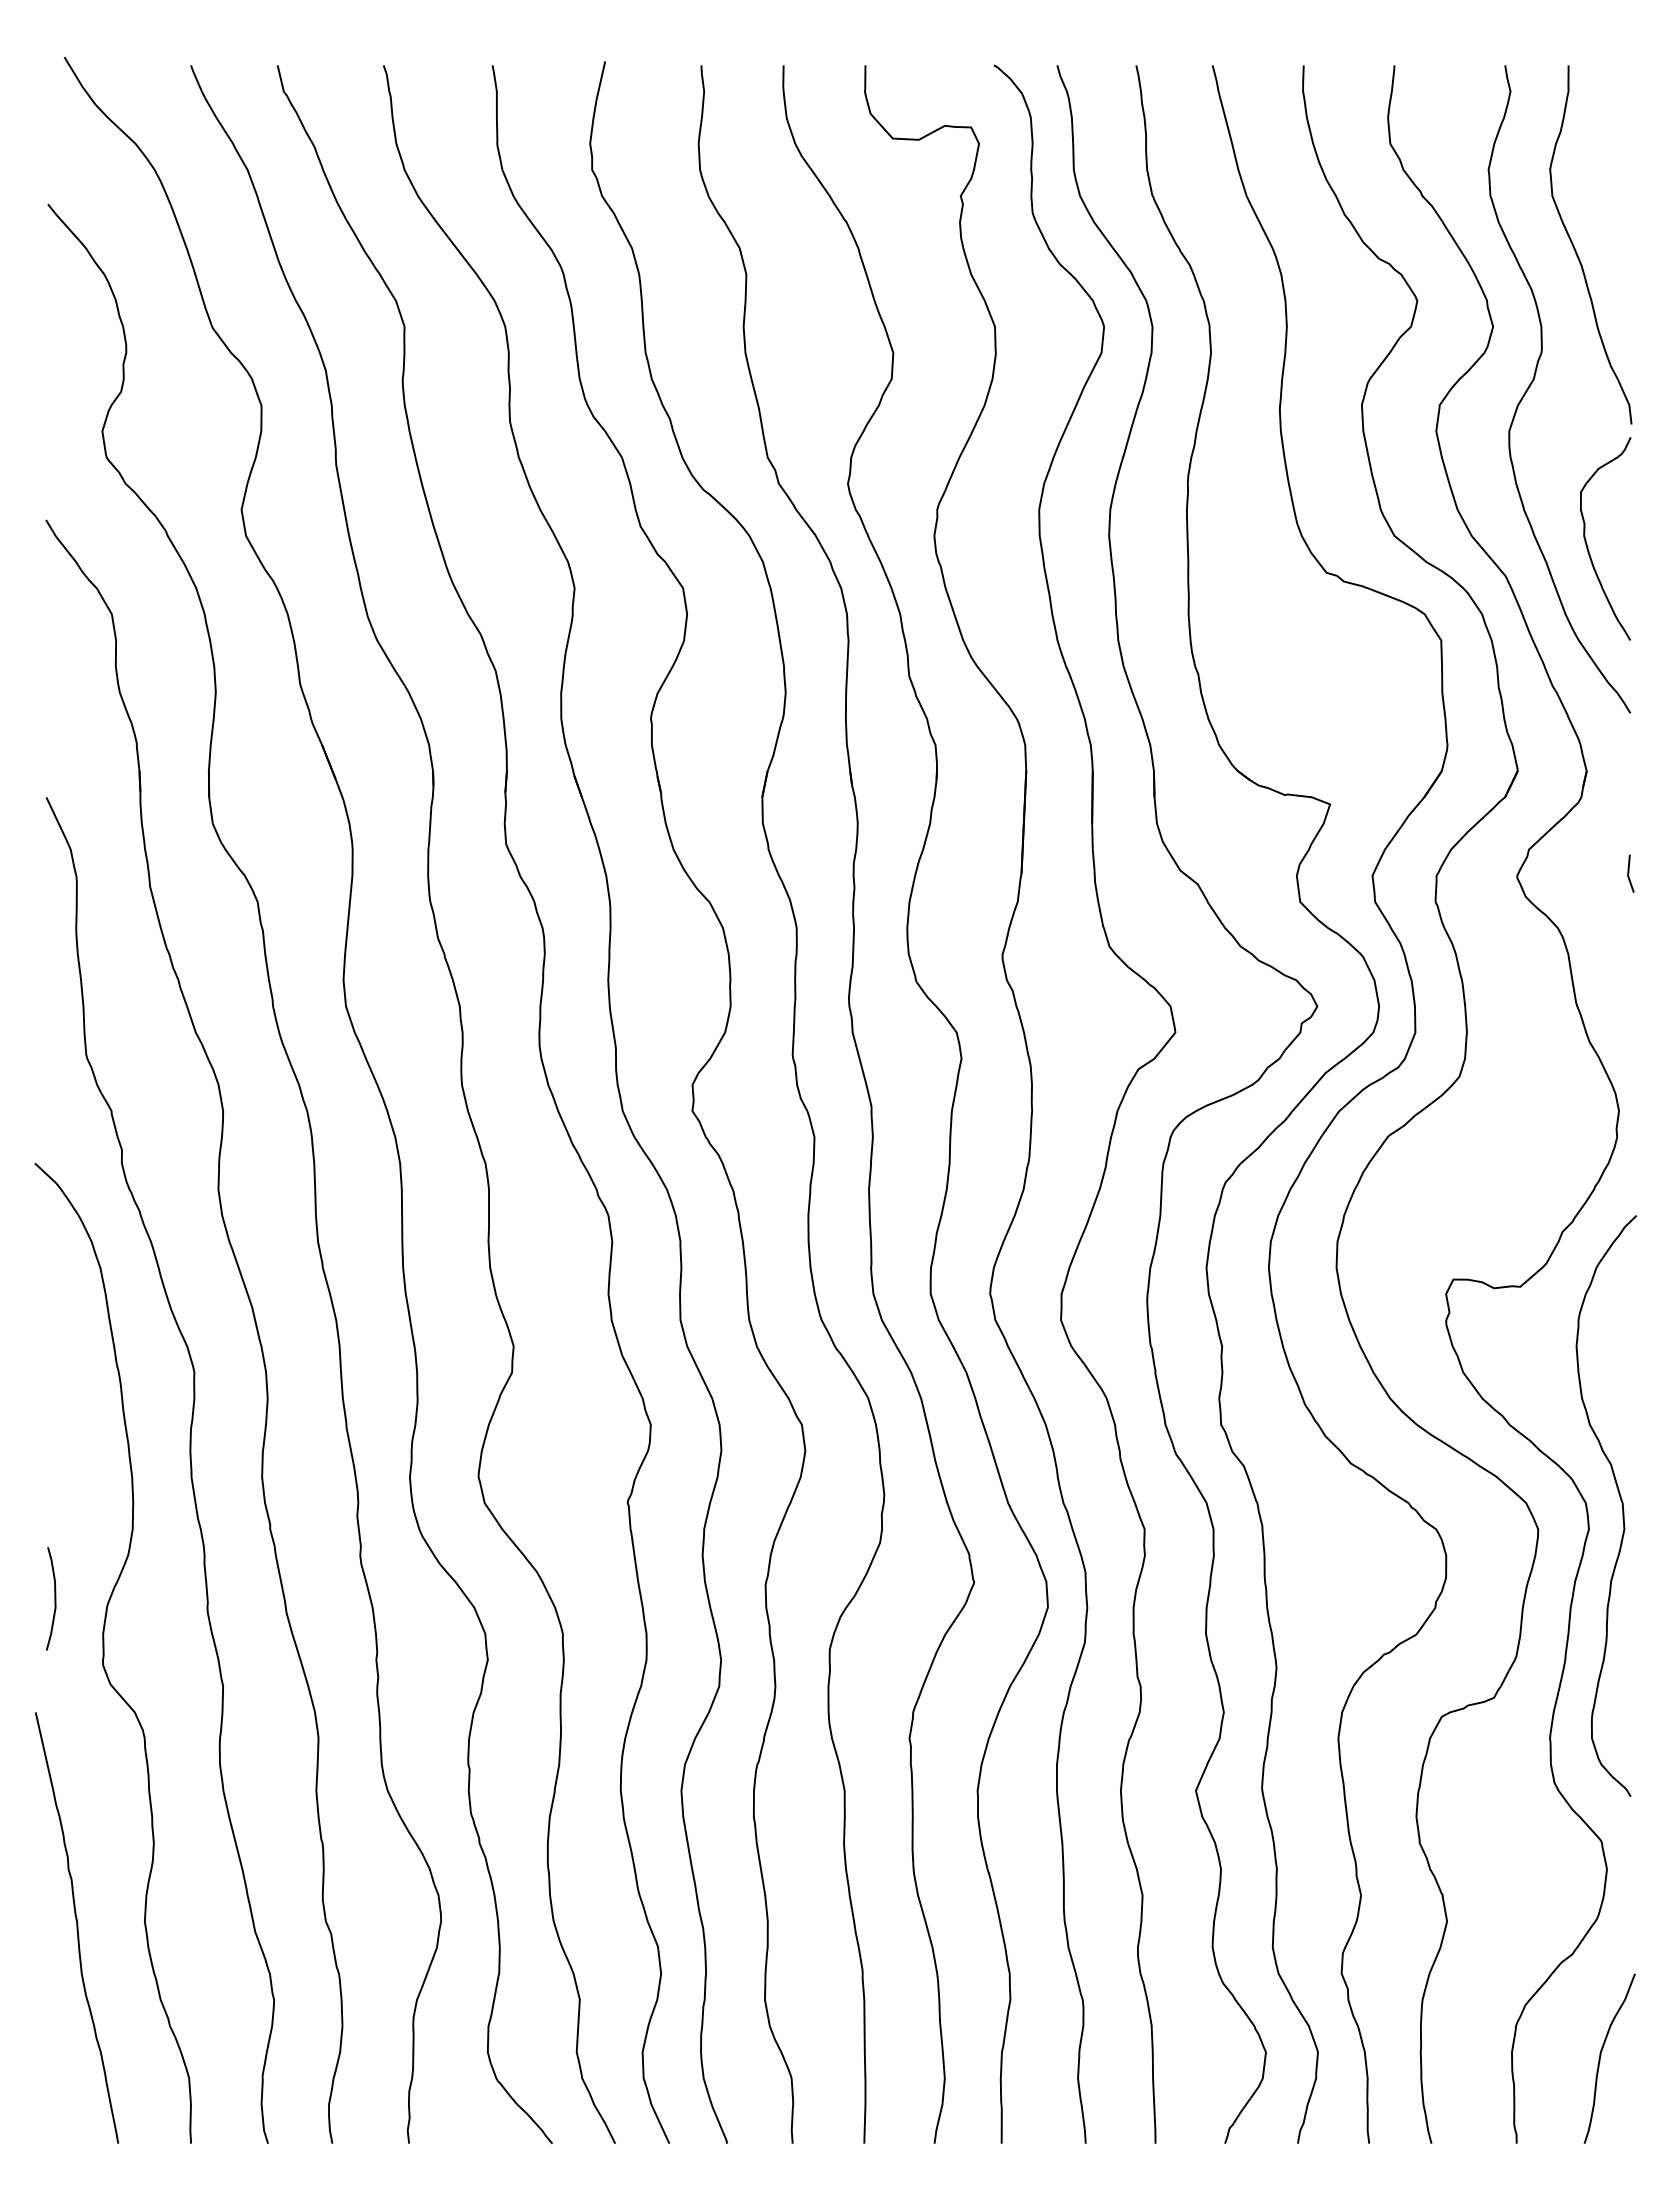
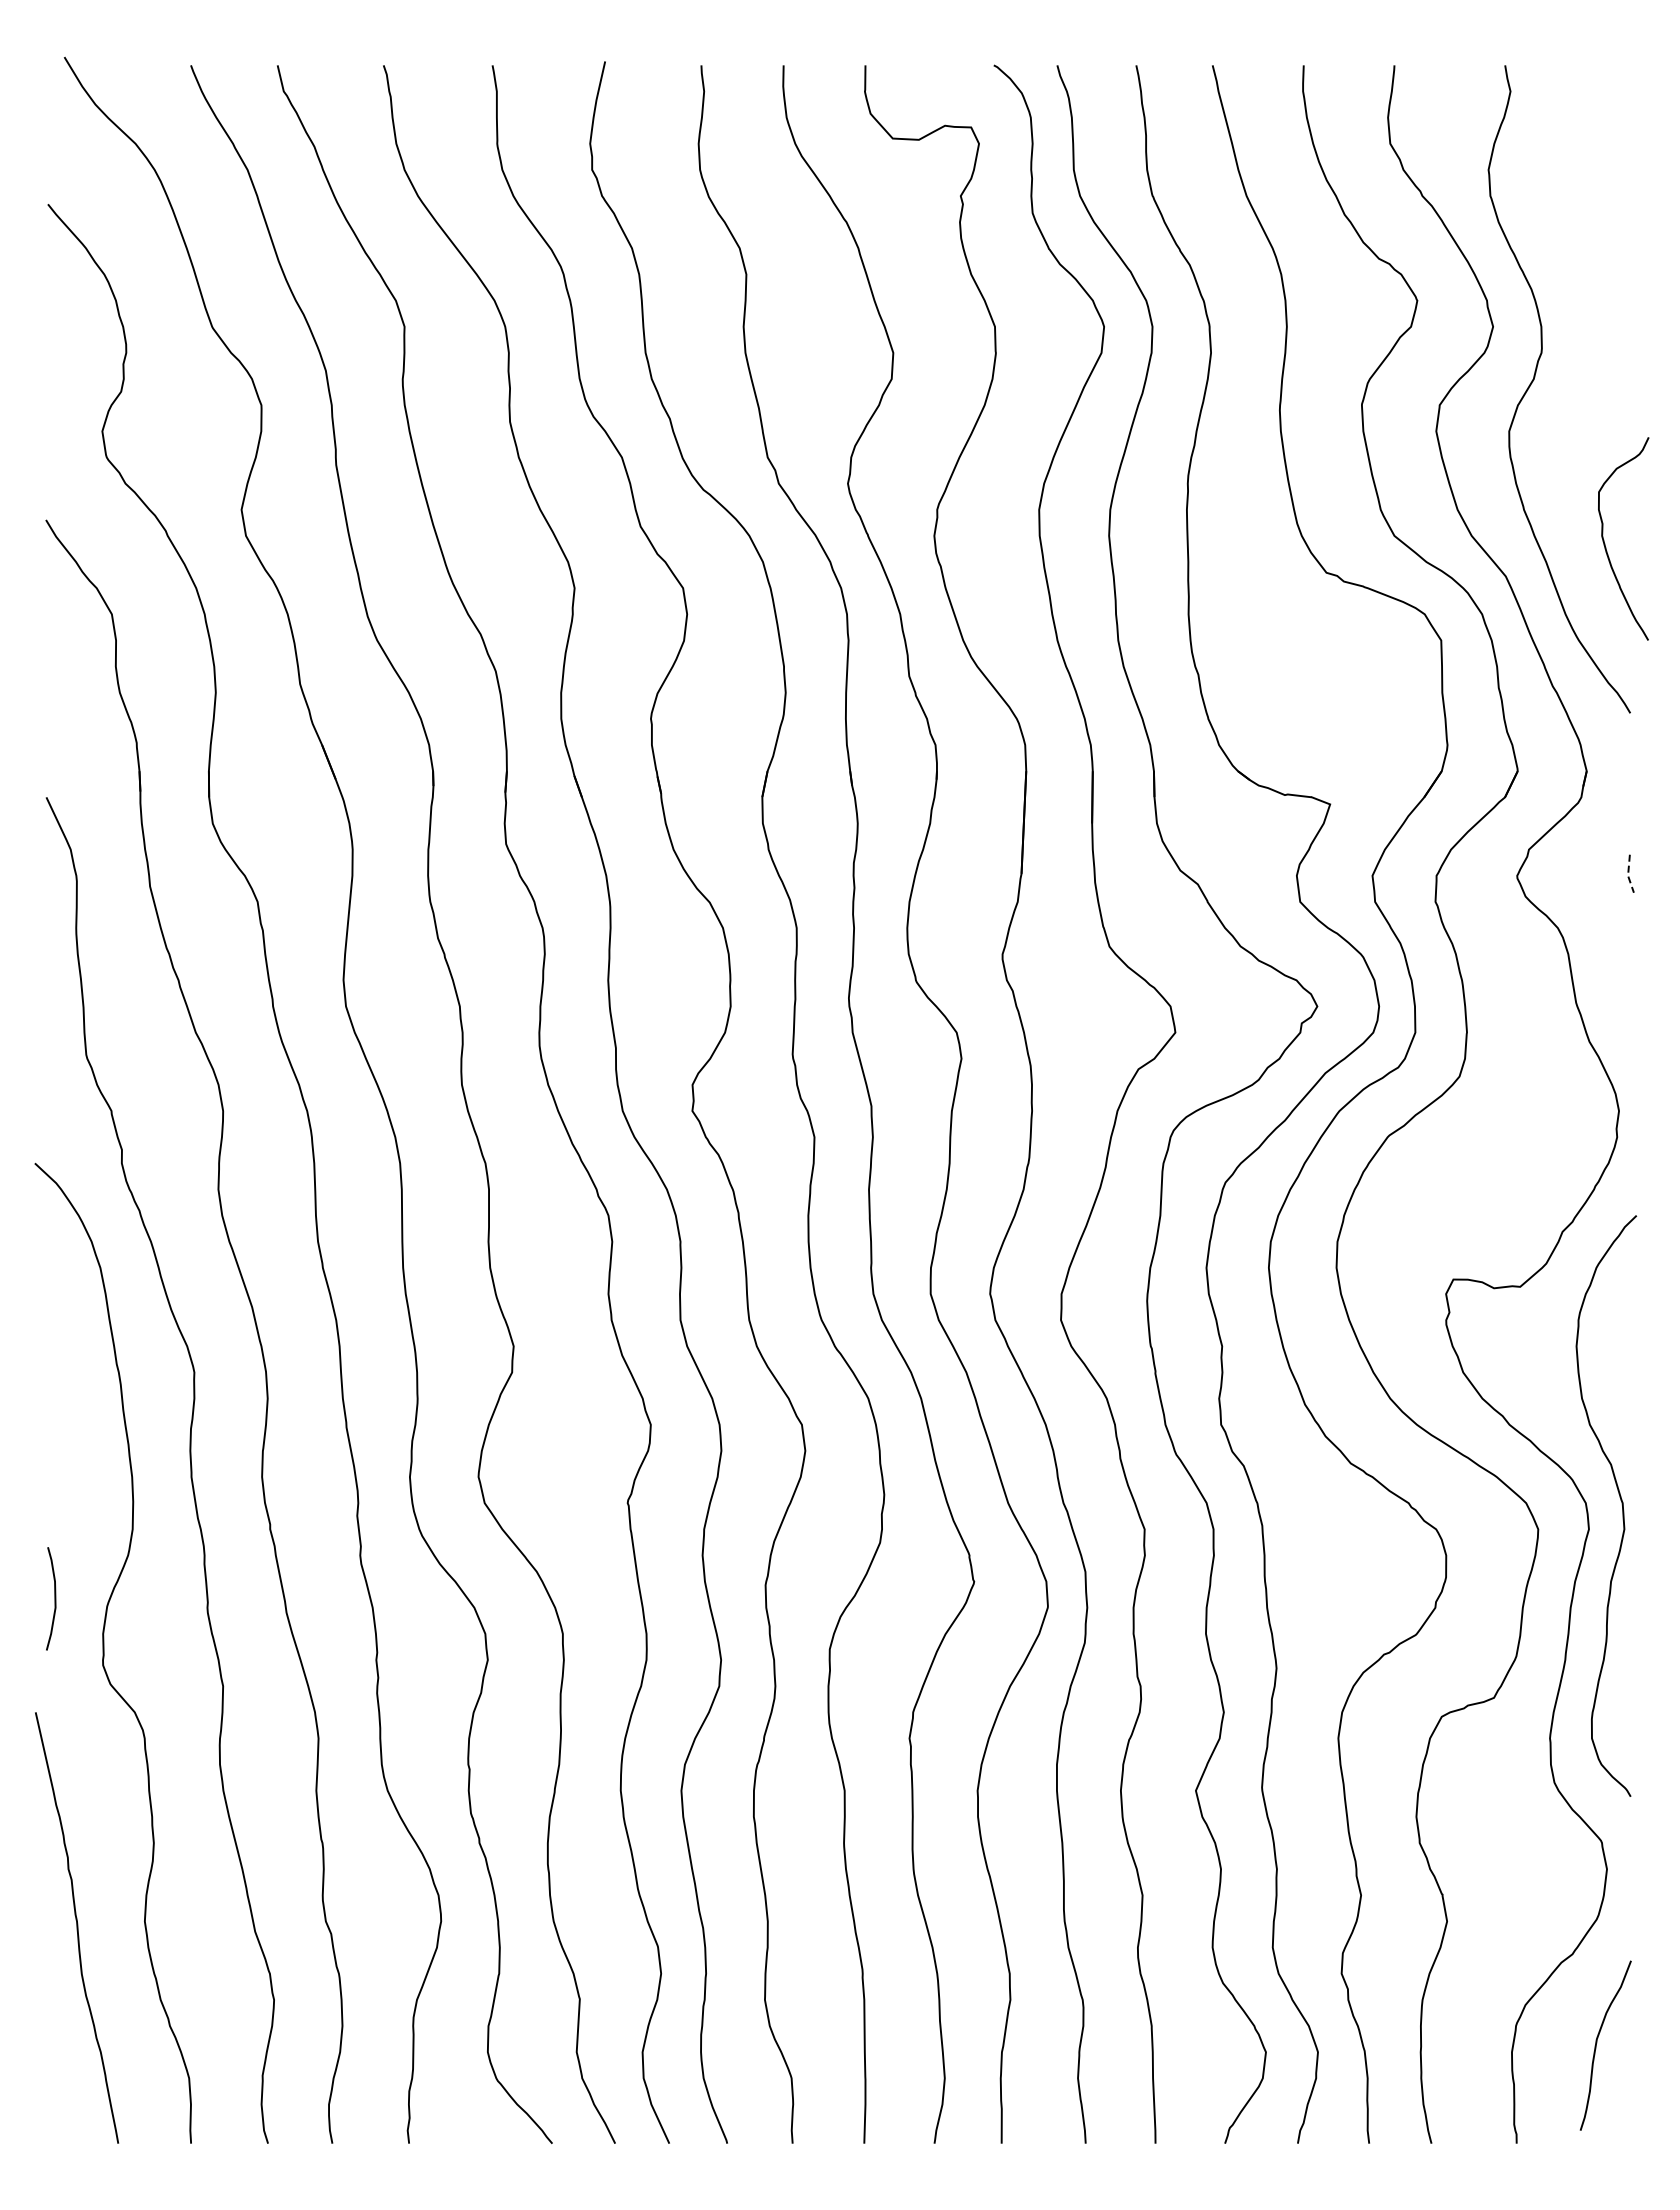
curve at (1576, 250): present -> none
curve at (1587, 543) position: (1587, 543) -> (1605, 543)
line at (1628, 874): solid -> dashed
curve at (1601, 2056) position: (1601, 2056) -> (1597, 2043)
